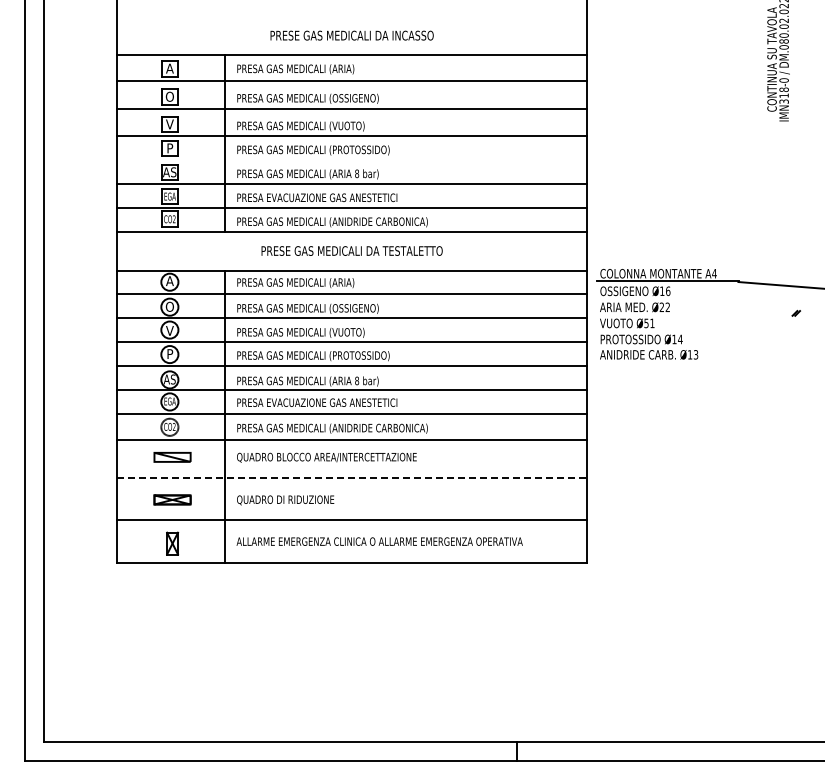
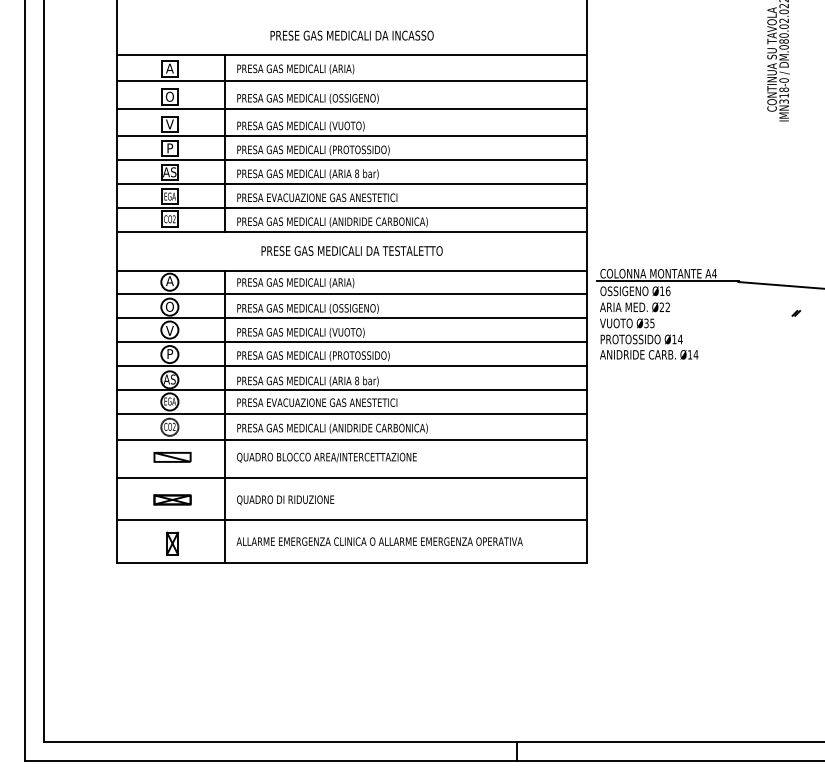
line at (351, 160): none -> present
text at (649, 323): Ø51 -> Ø35
text at (695, 354): Ø13 -> Ø14
line at (352, 477): dashed -> solid
